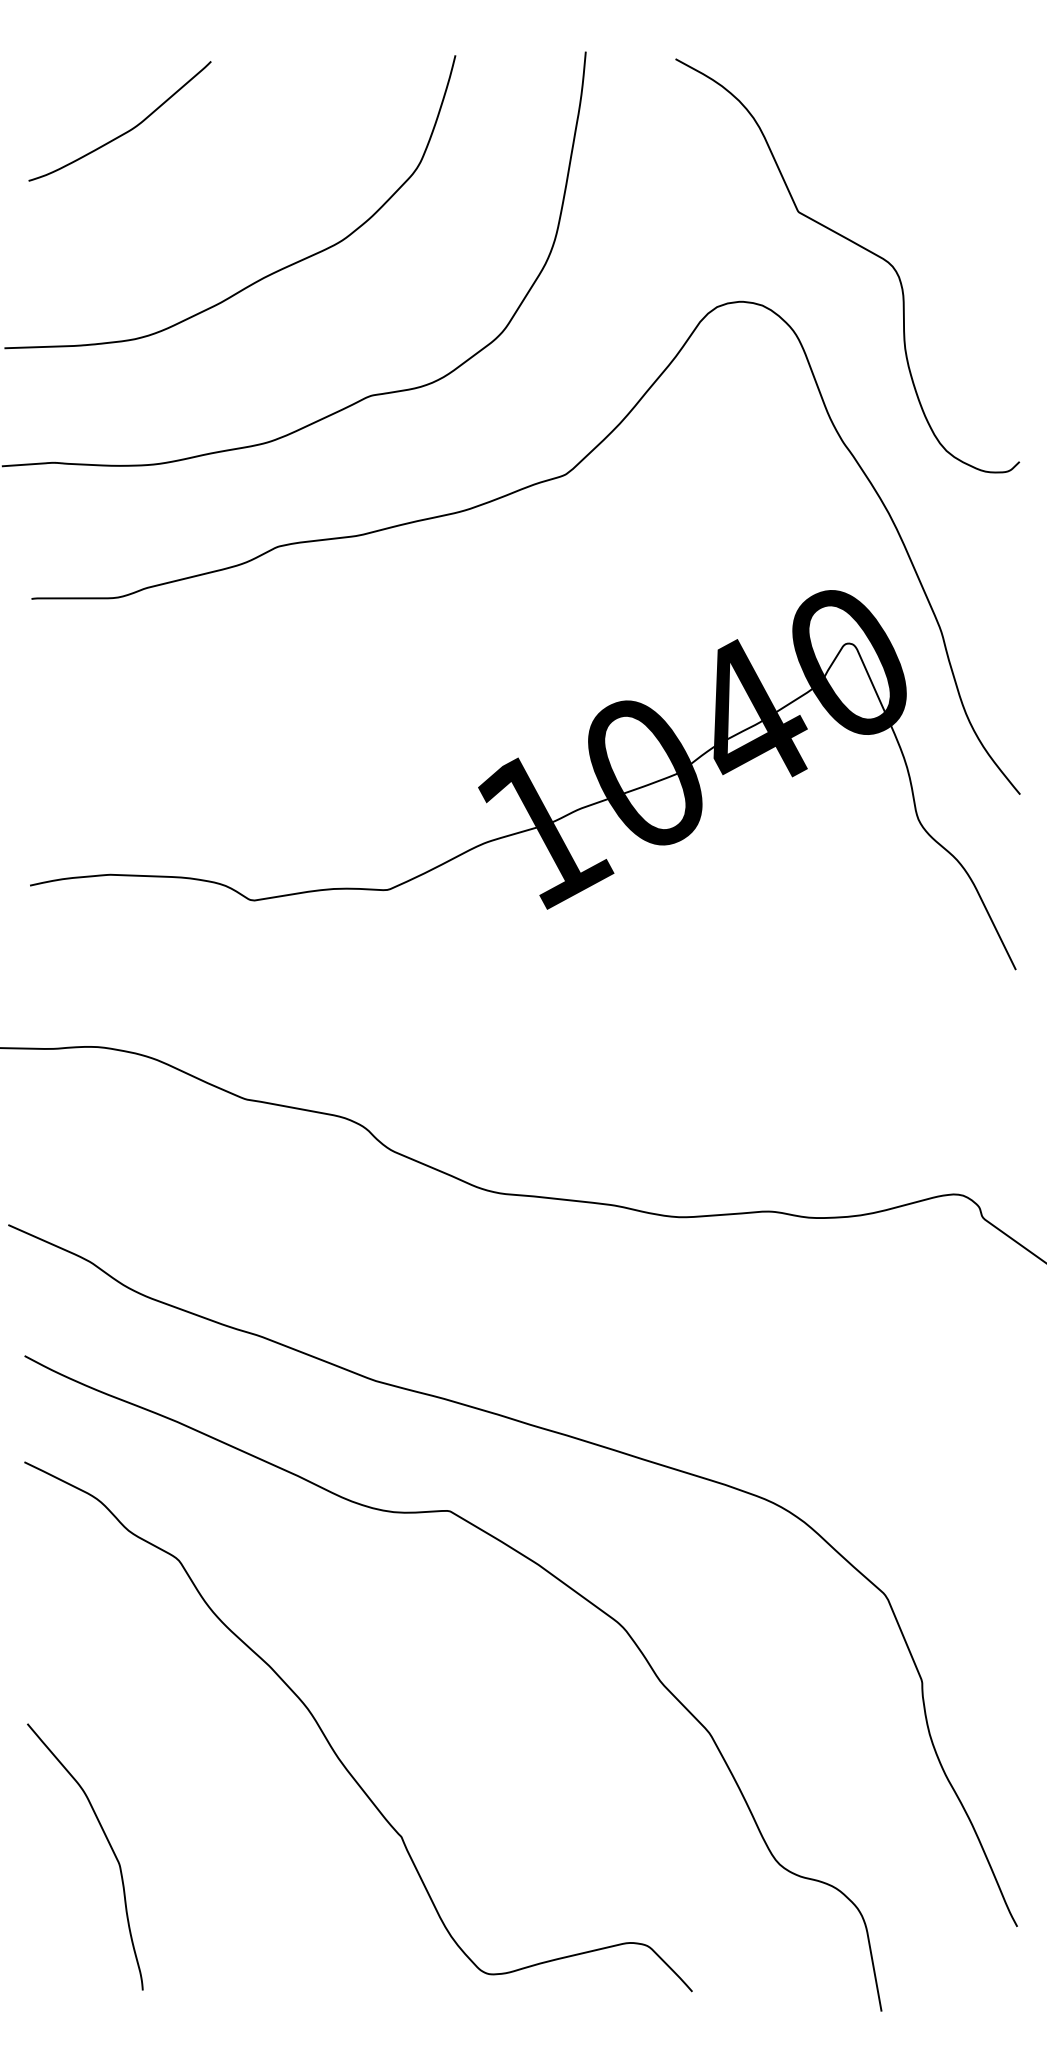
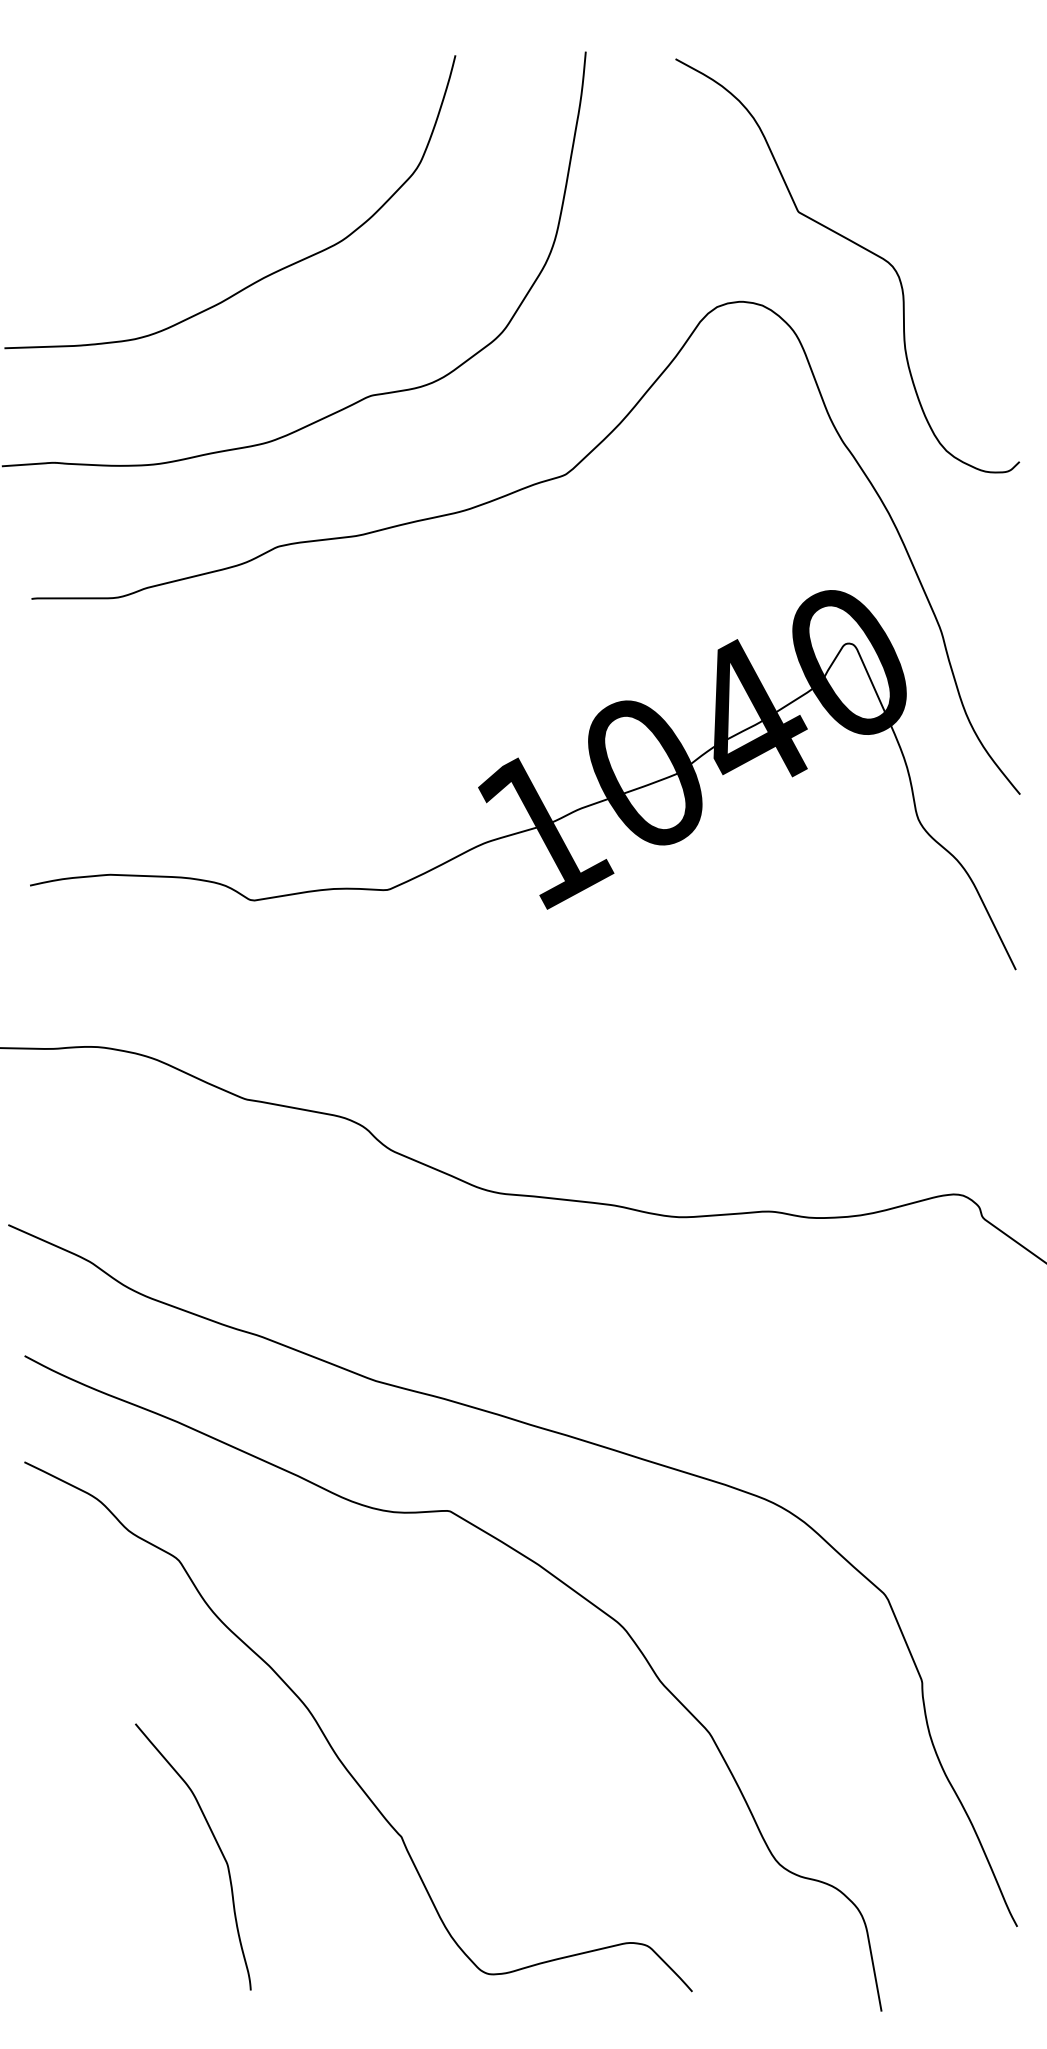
curve at (124, 132): present -> none
curve at (110, 1848) position: (110, 1848) -> (218, 1848)
